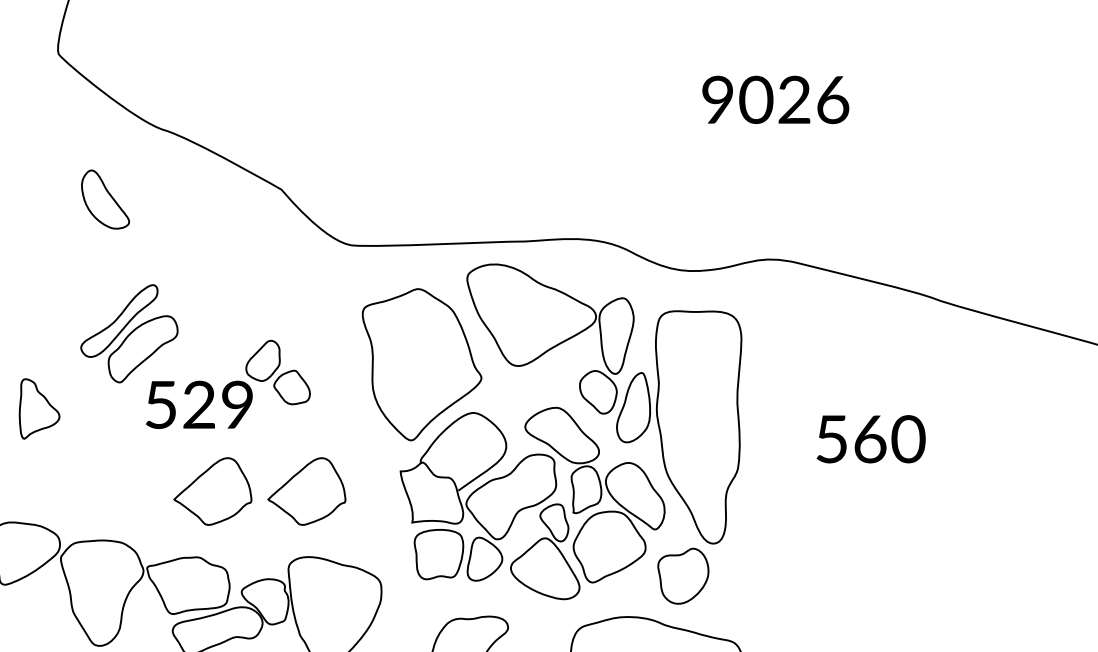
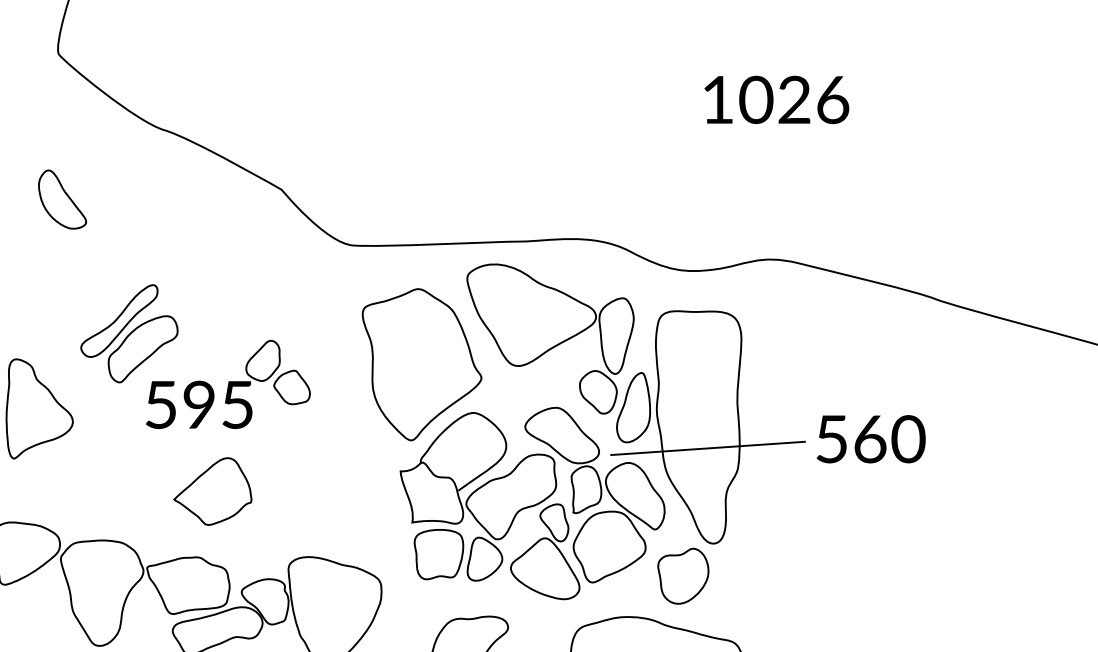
text at (717, 99): 9026 -> 1026
part at (105, 199) position: (105, 199) -> (62, 199)
text at (217, 404): 529 -> 595
part at (39, 408) size: 43x62 px -> 69x102 px
line at (707, 448): none -> present
part at (306, 491): present -> none
